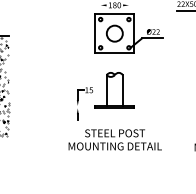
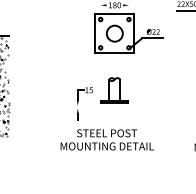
part at (114, 90) size: 41x37 px -> 29x27 px
text at (114, 139) position: (114, 139) -> (106, 139)
